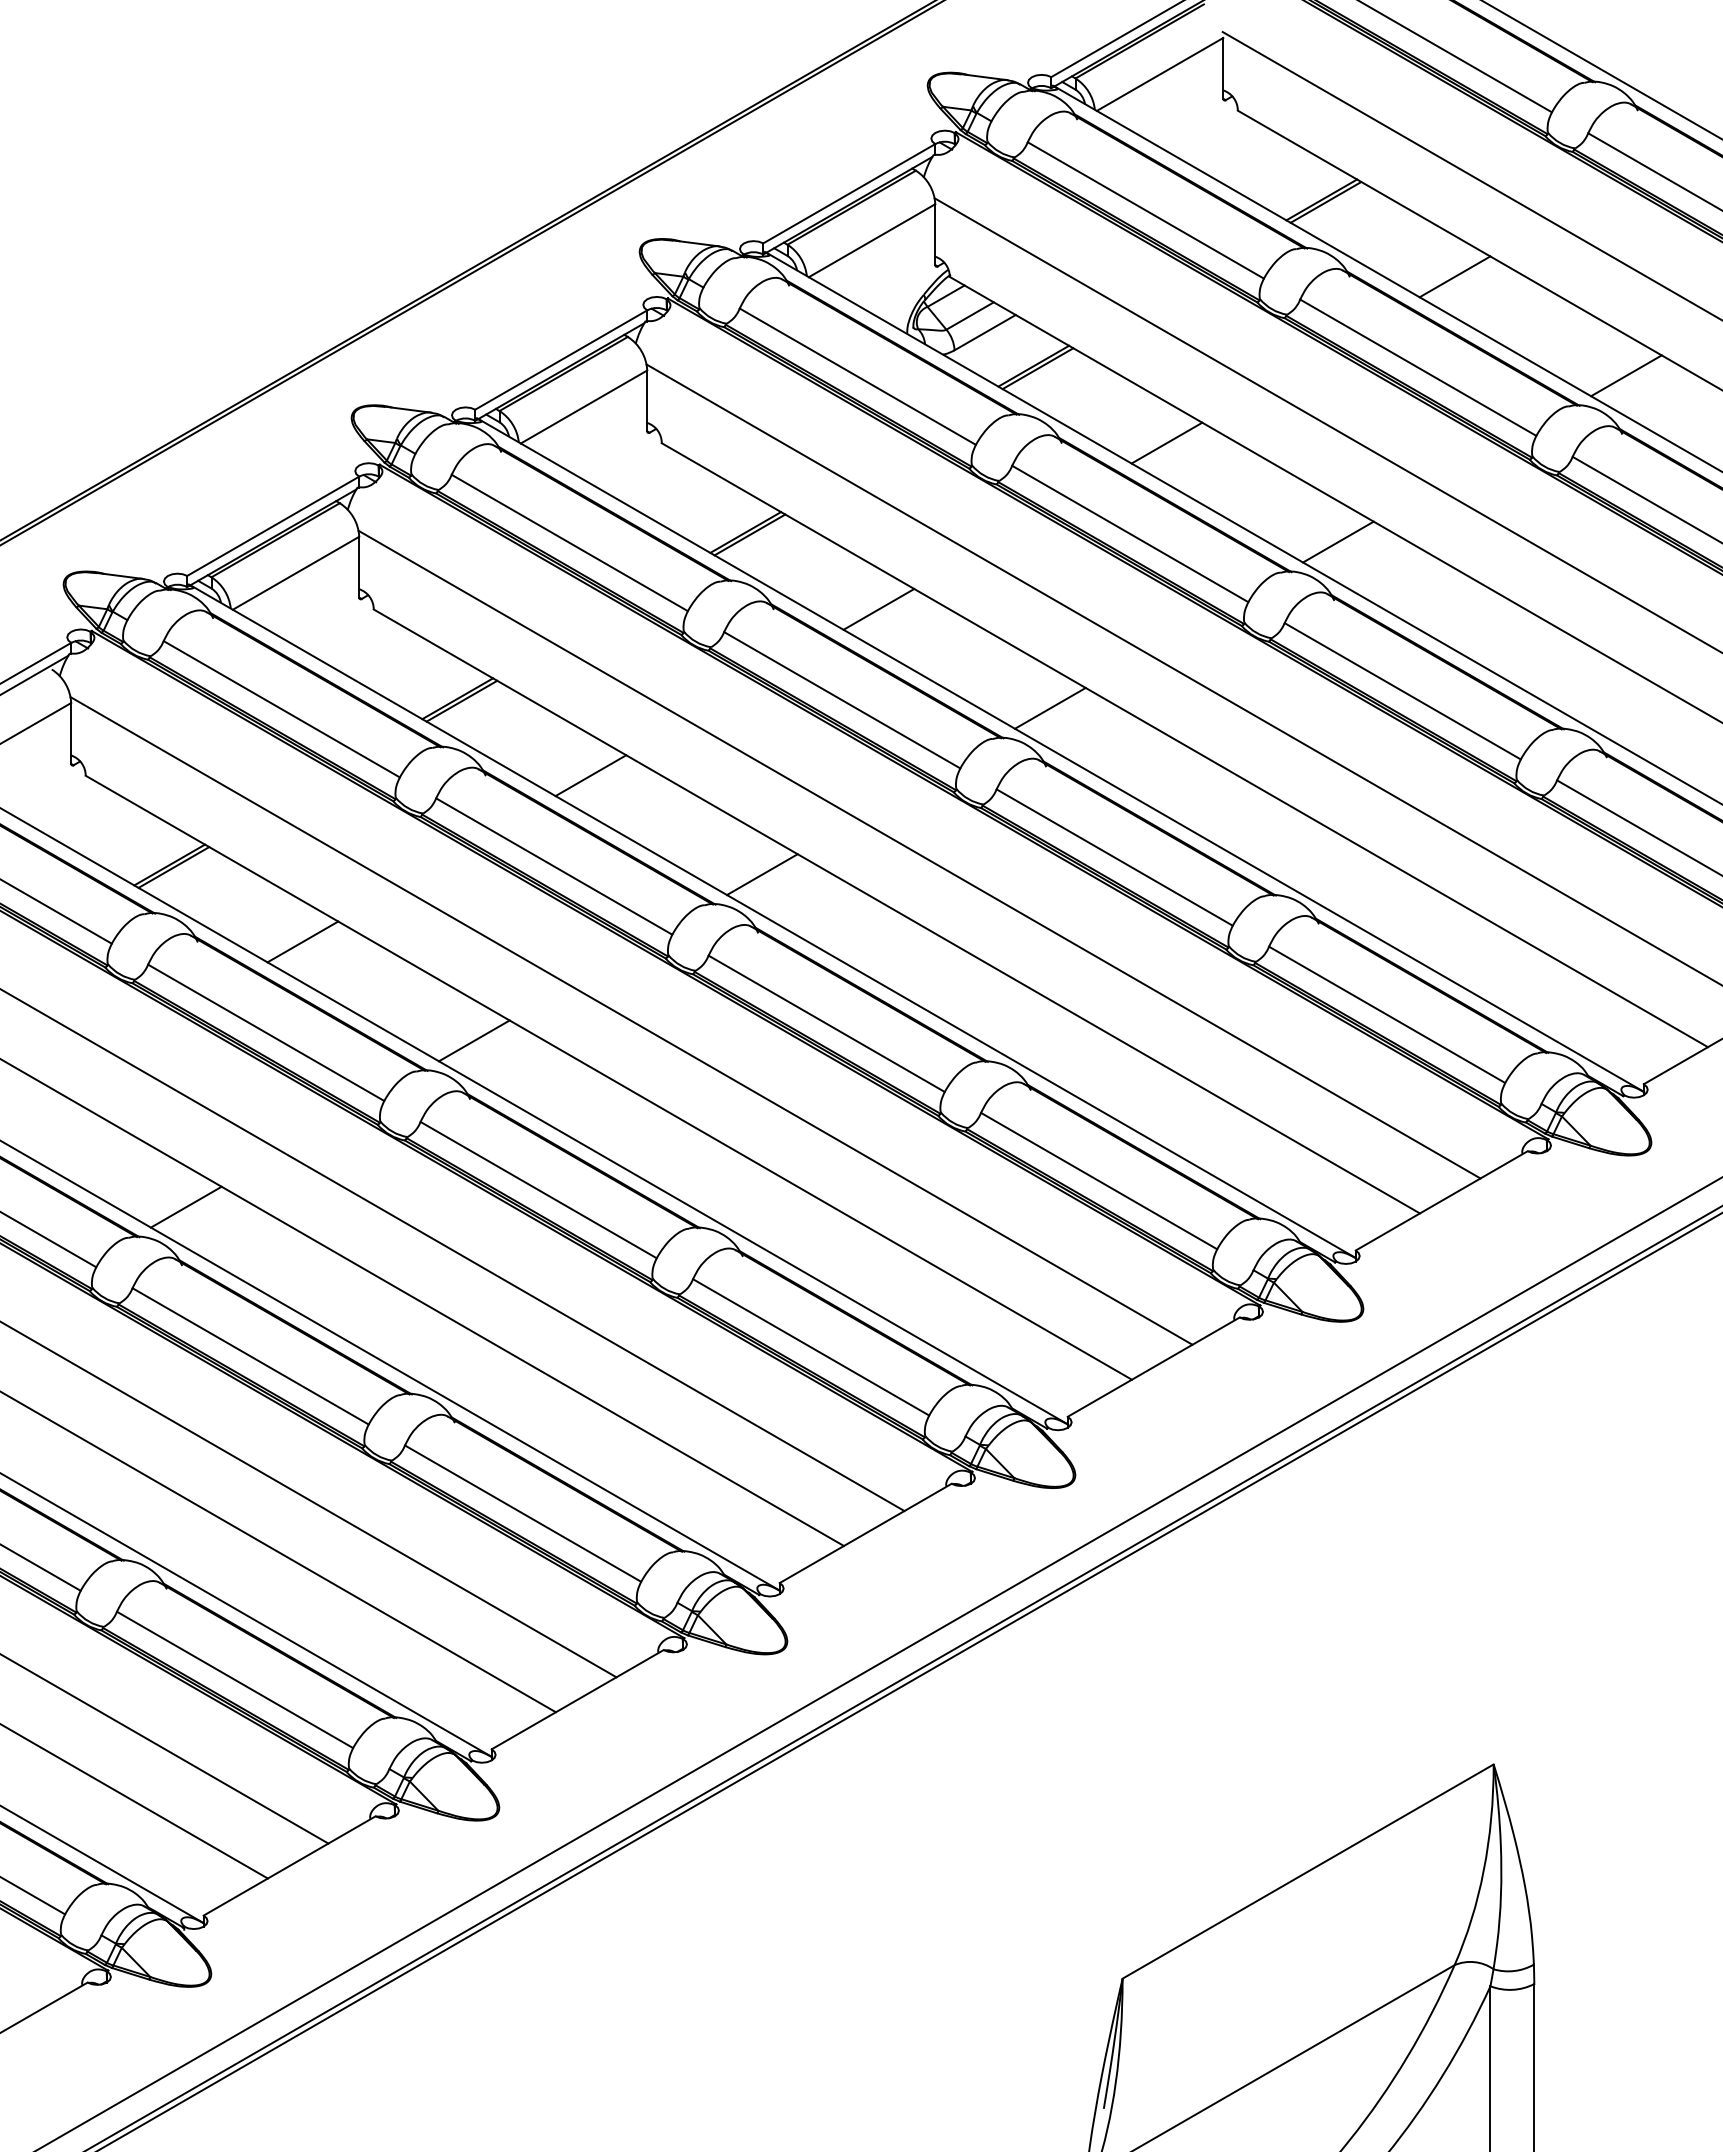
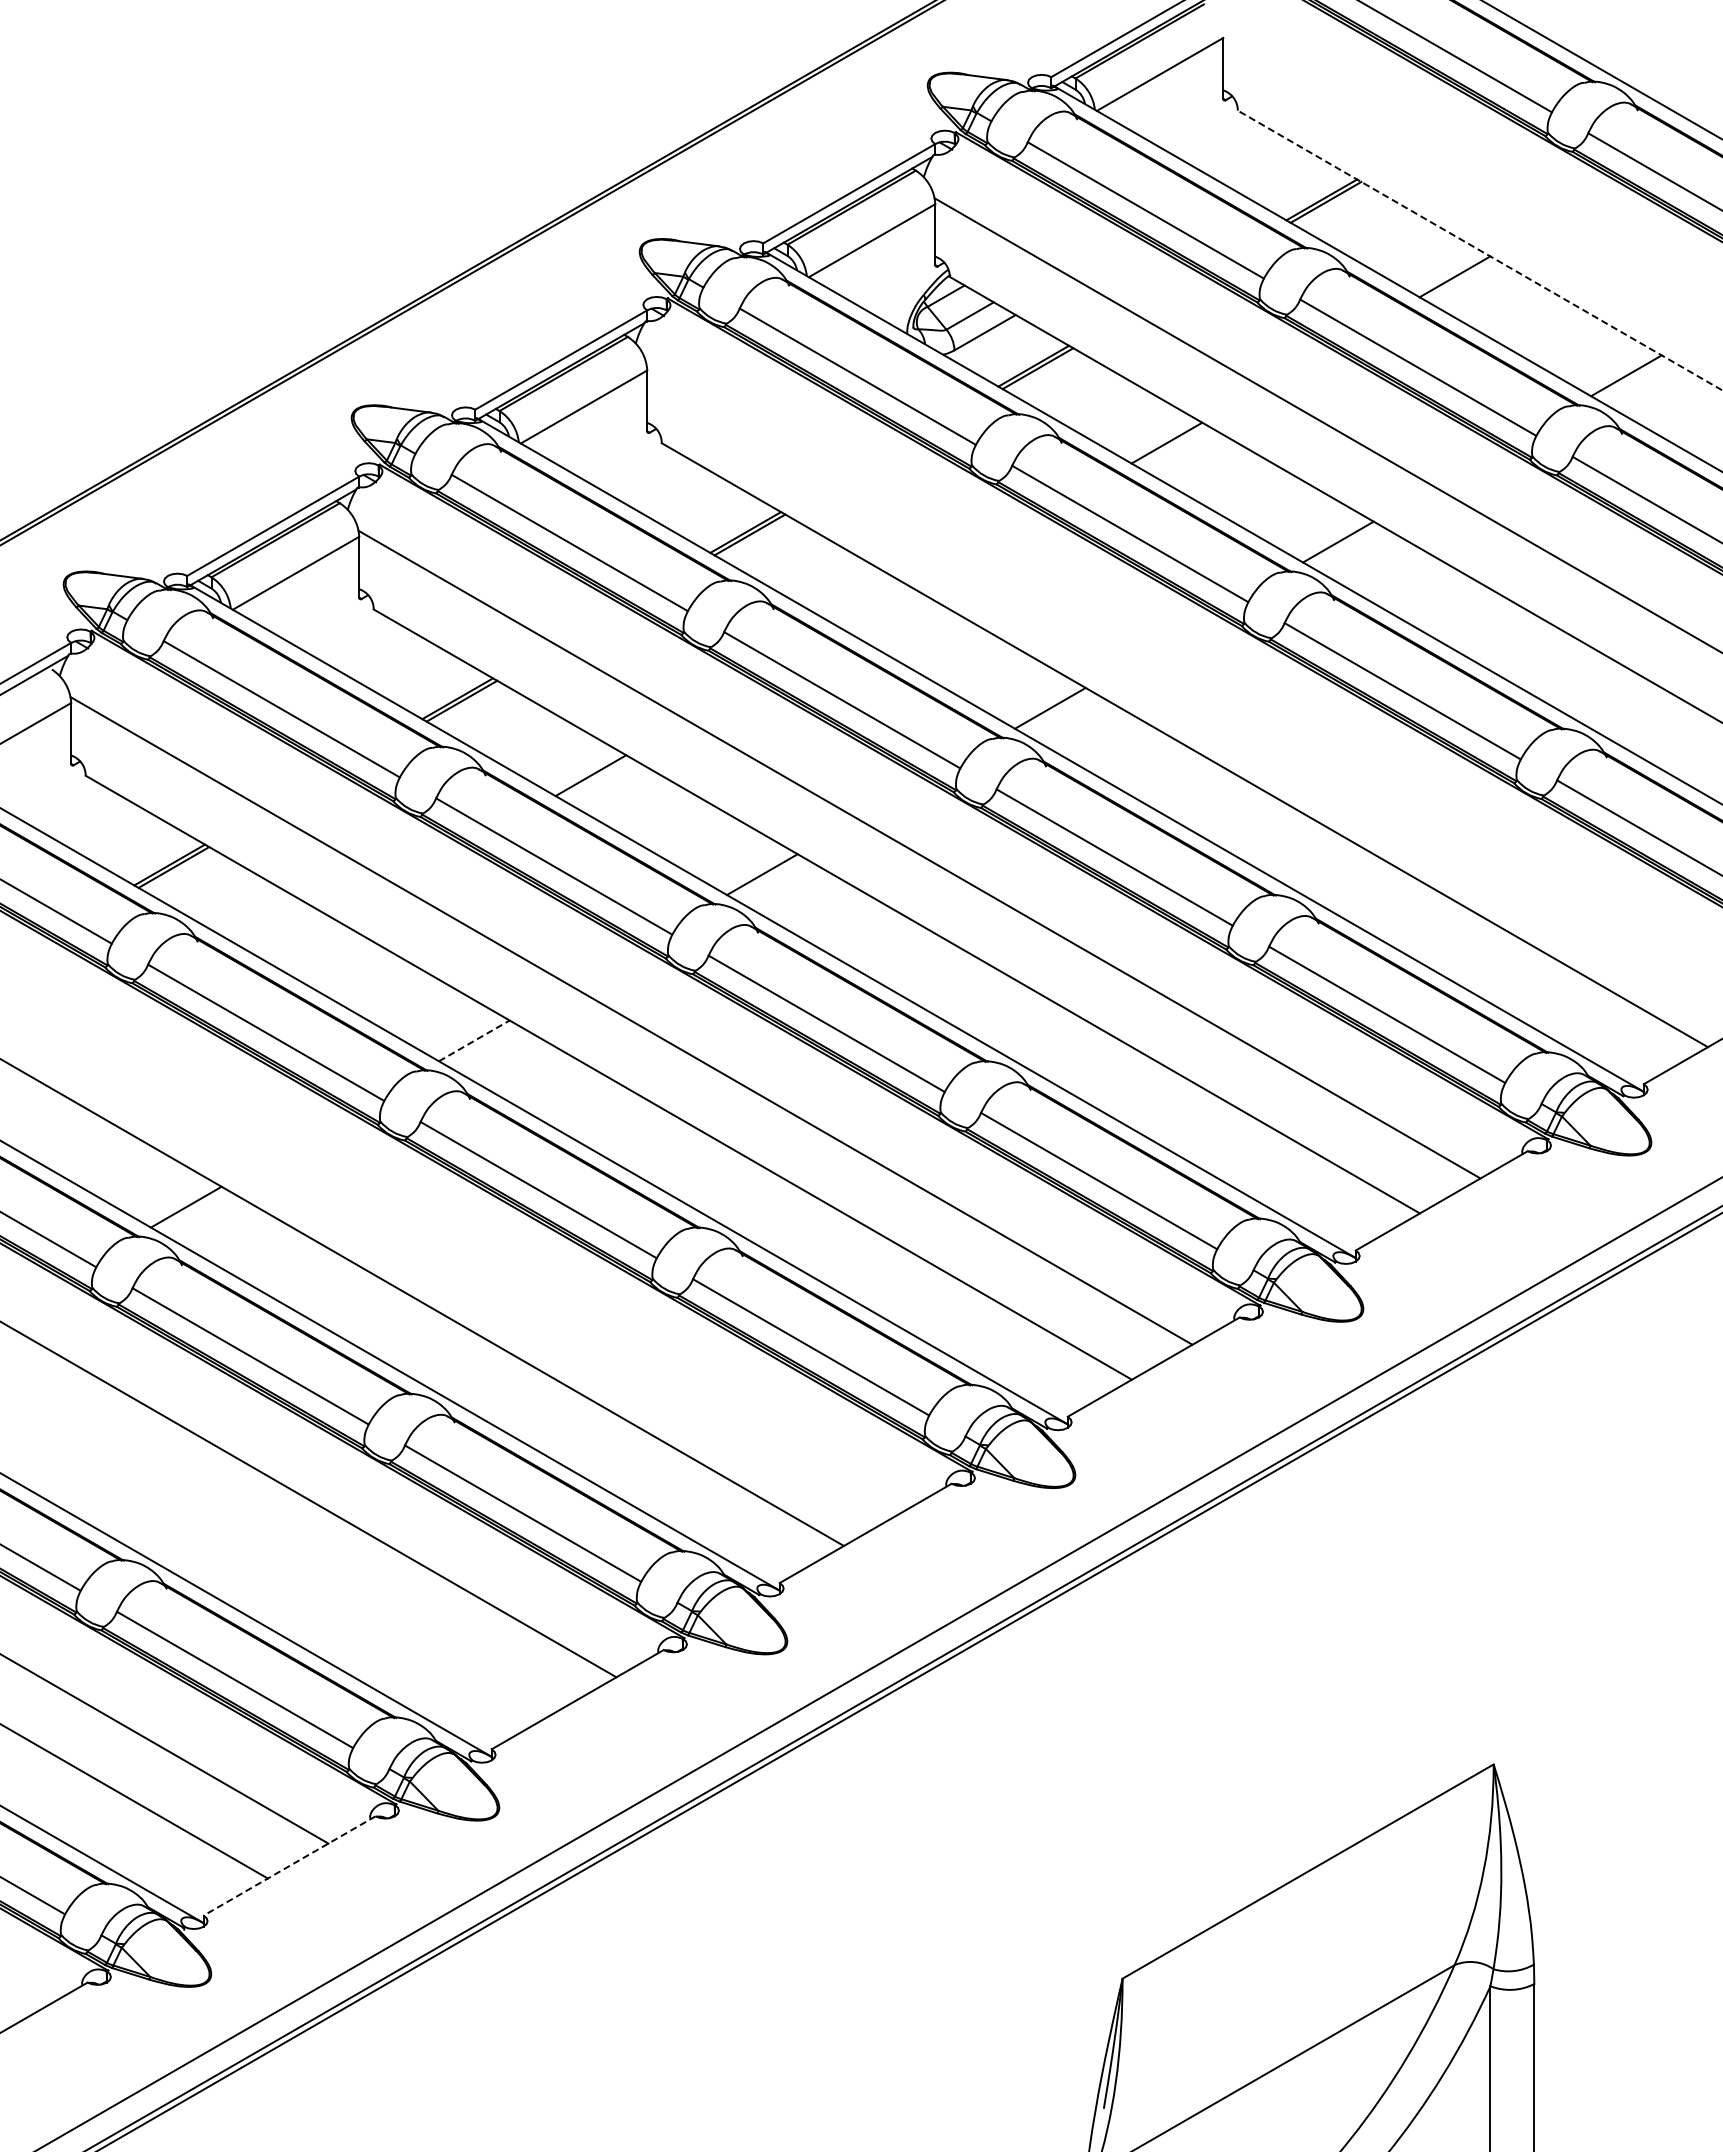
line at (1470, 175): present -> none
line at (1480, 250): solid -> dashed
line at (878, 608): present -> none
line at (1182, 673): present -> none
line at (302, 941): present -> none
line at (474, 1040): solid -> dashed
line at (453, 1250): present -> none
line at (278, 1552): present -> none
line at (289, 1866): solid -> dashed
